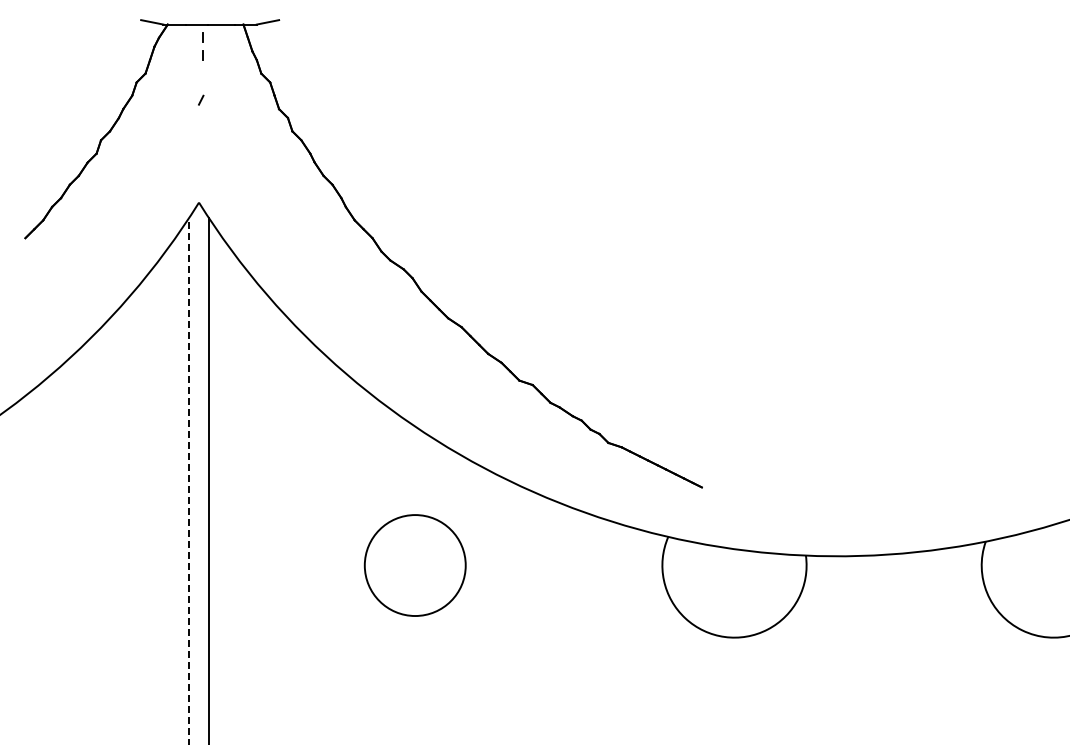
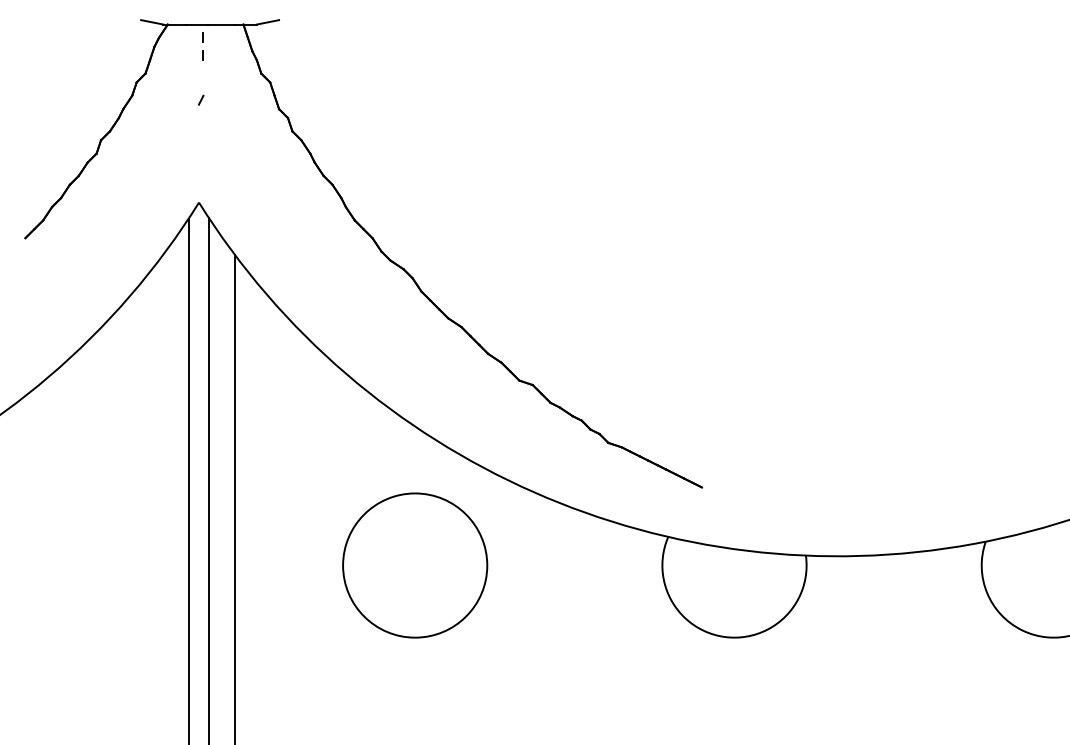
line at (188, 481): dashed -> solid
line at (234, 497): none -> present
circle at (414, 565) size: 104x103 px -> 147x147 px
